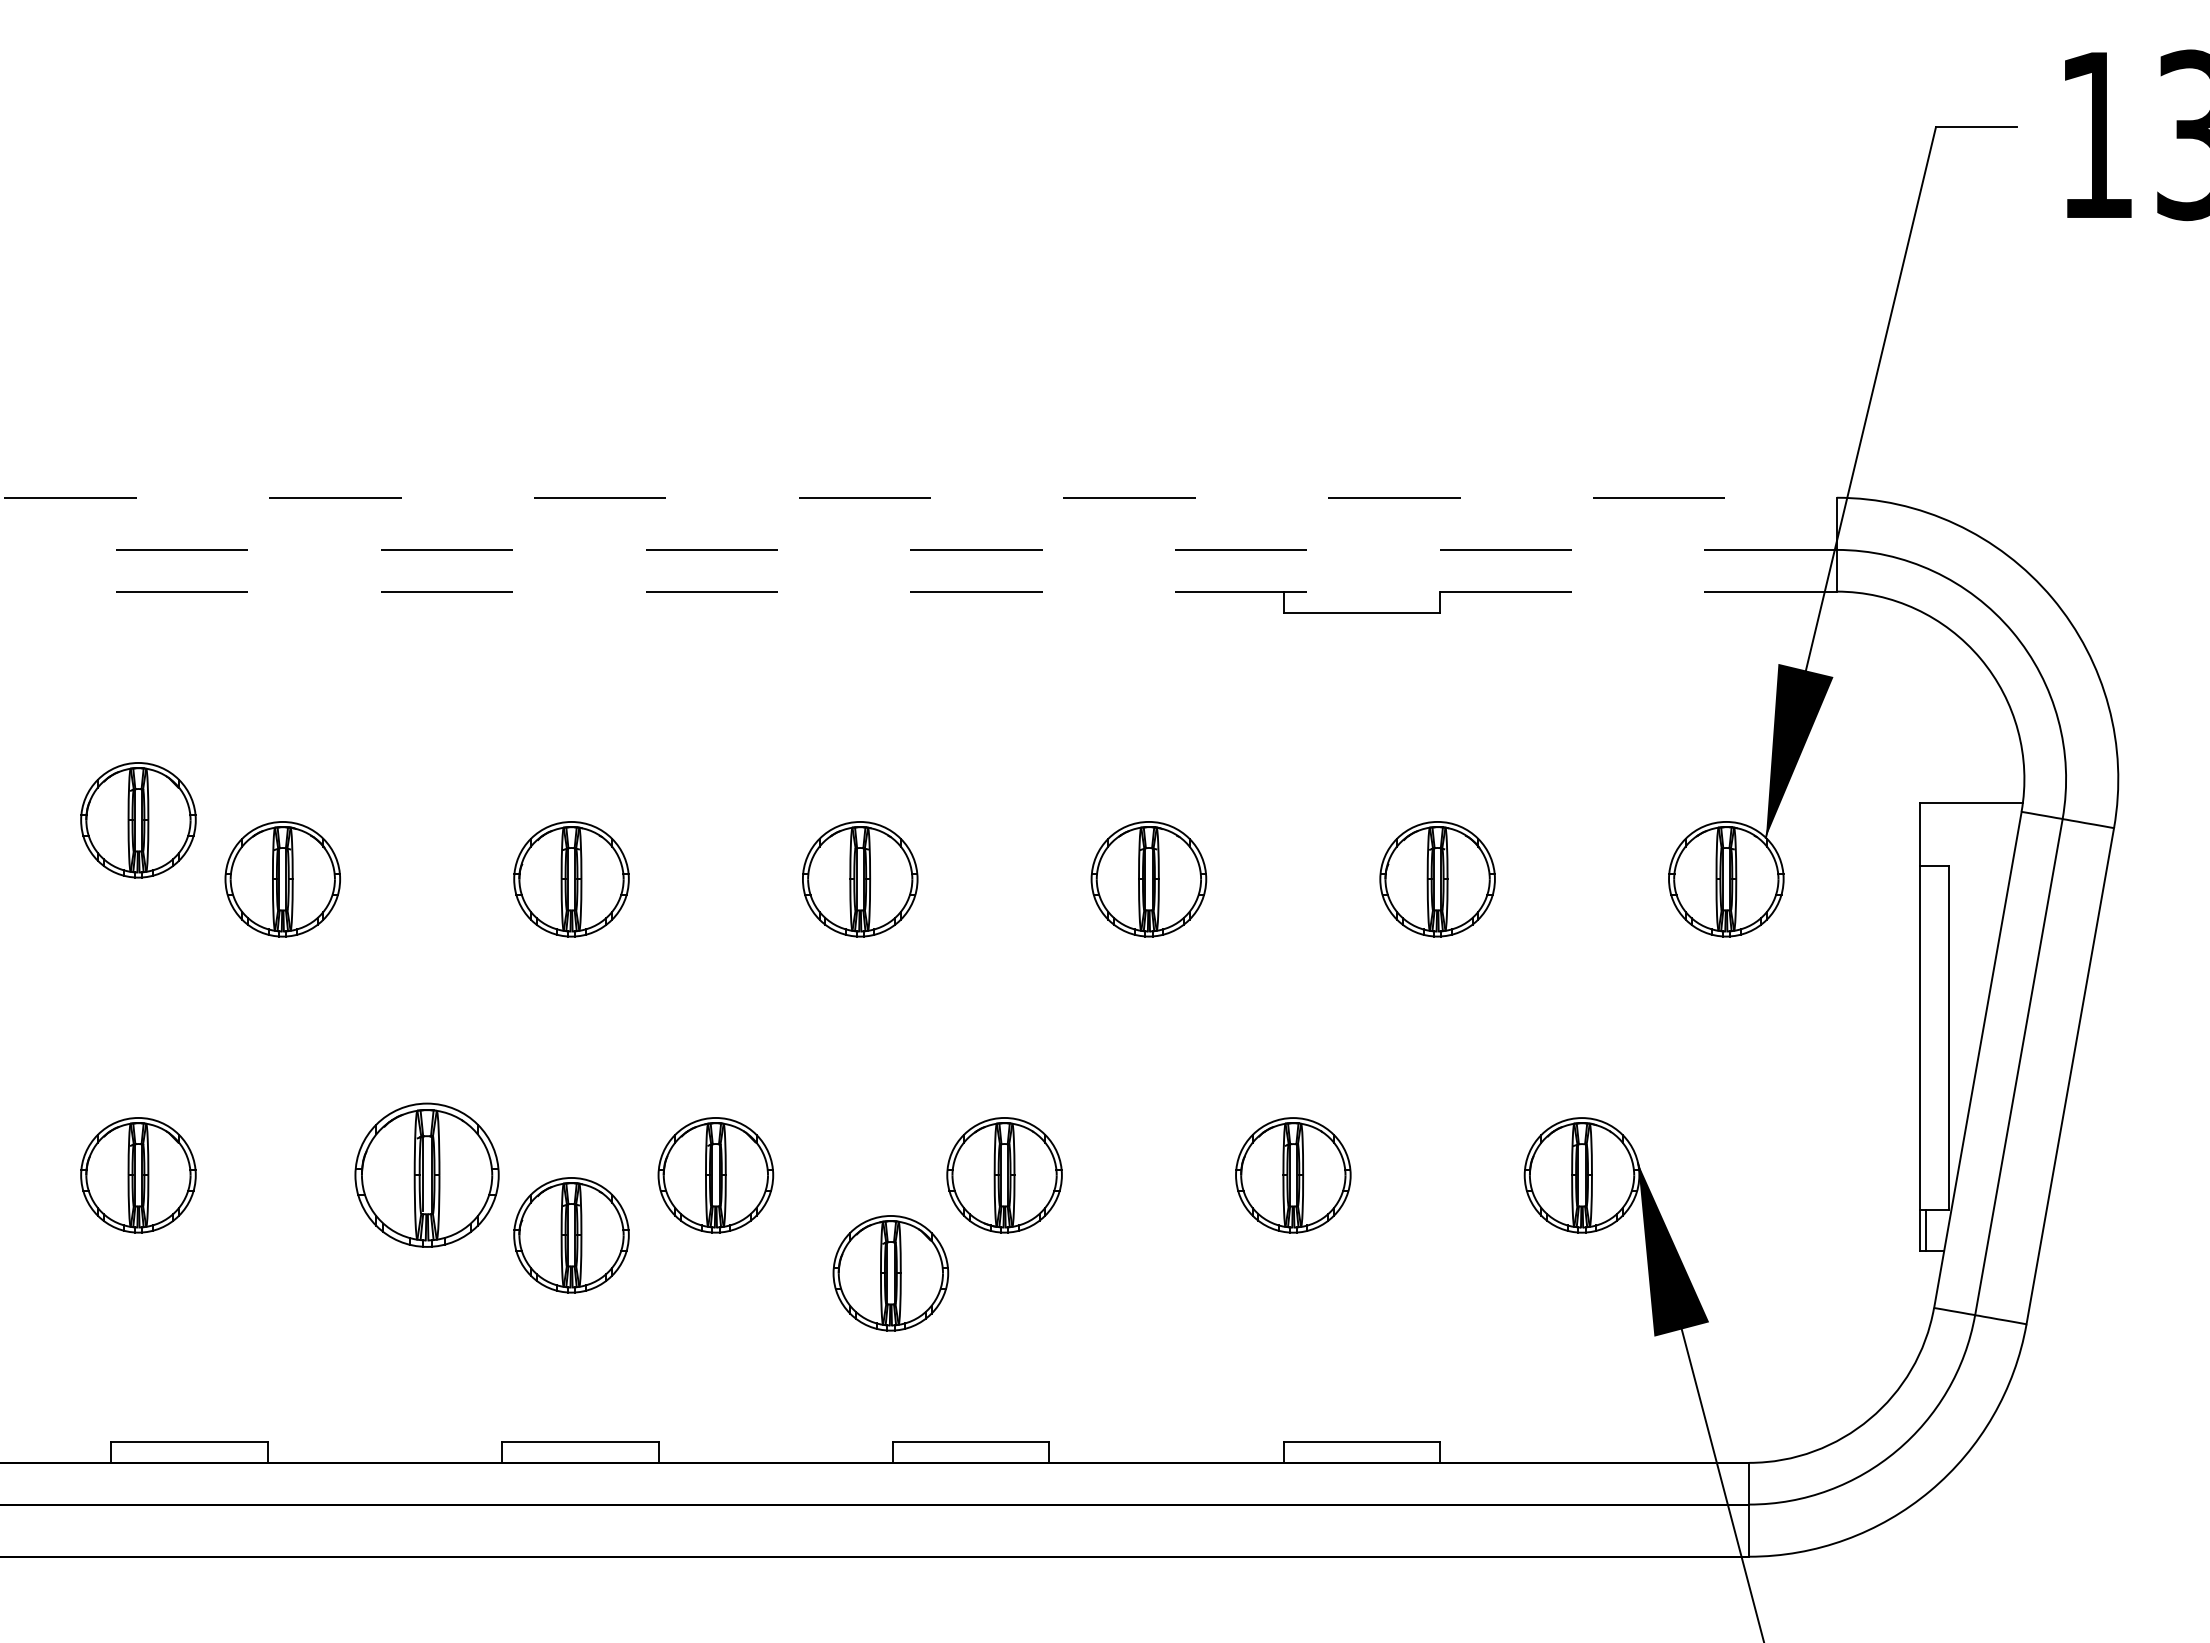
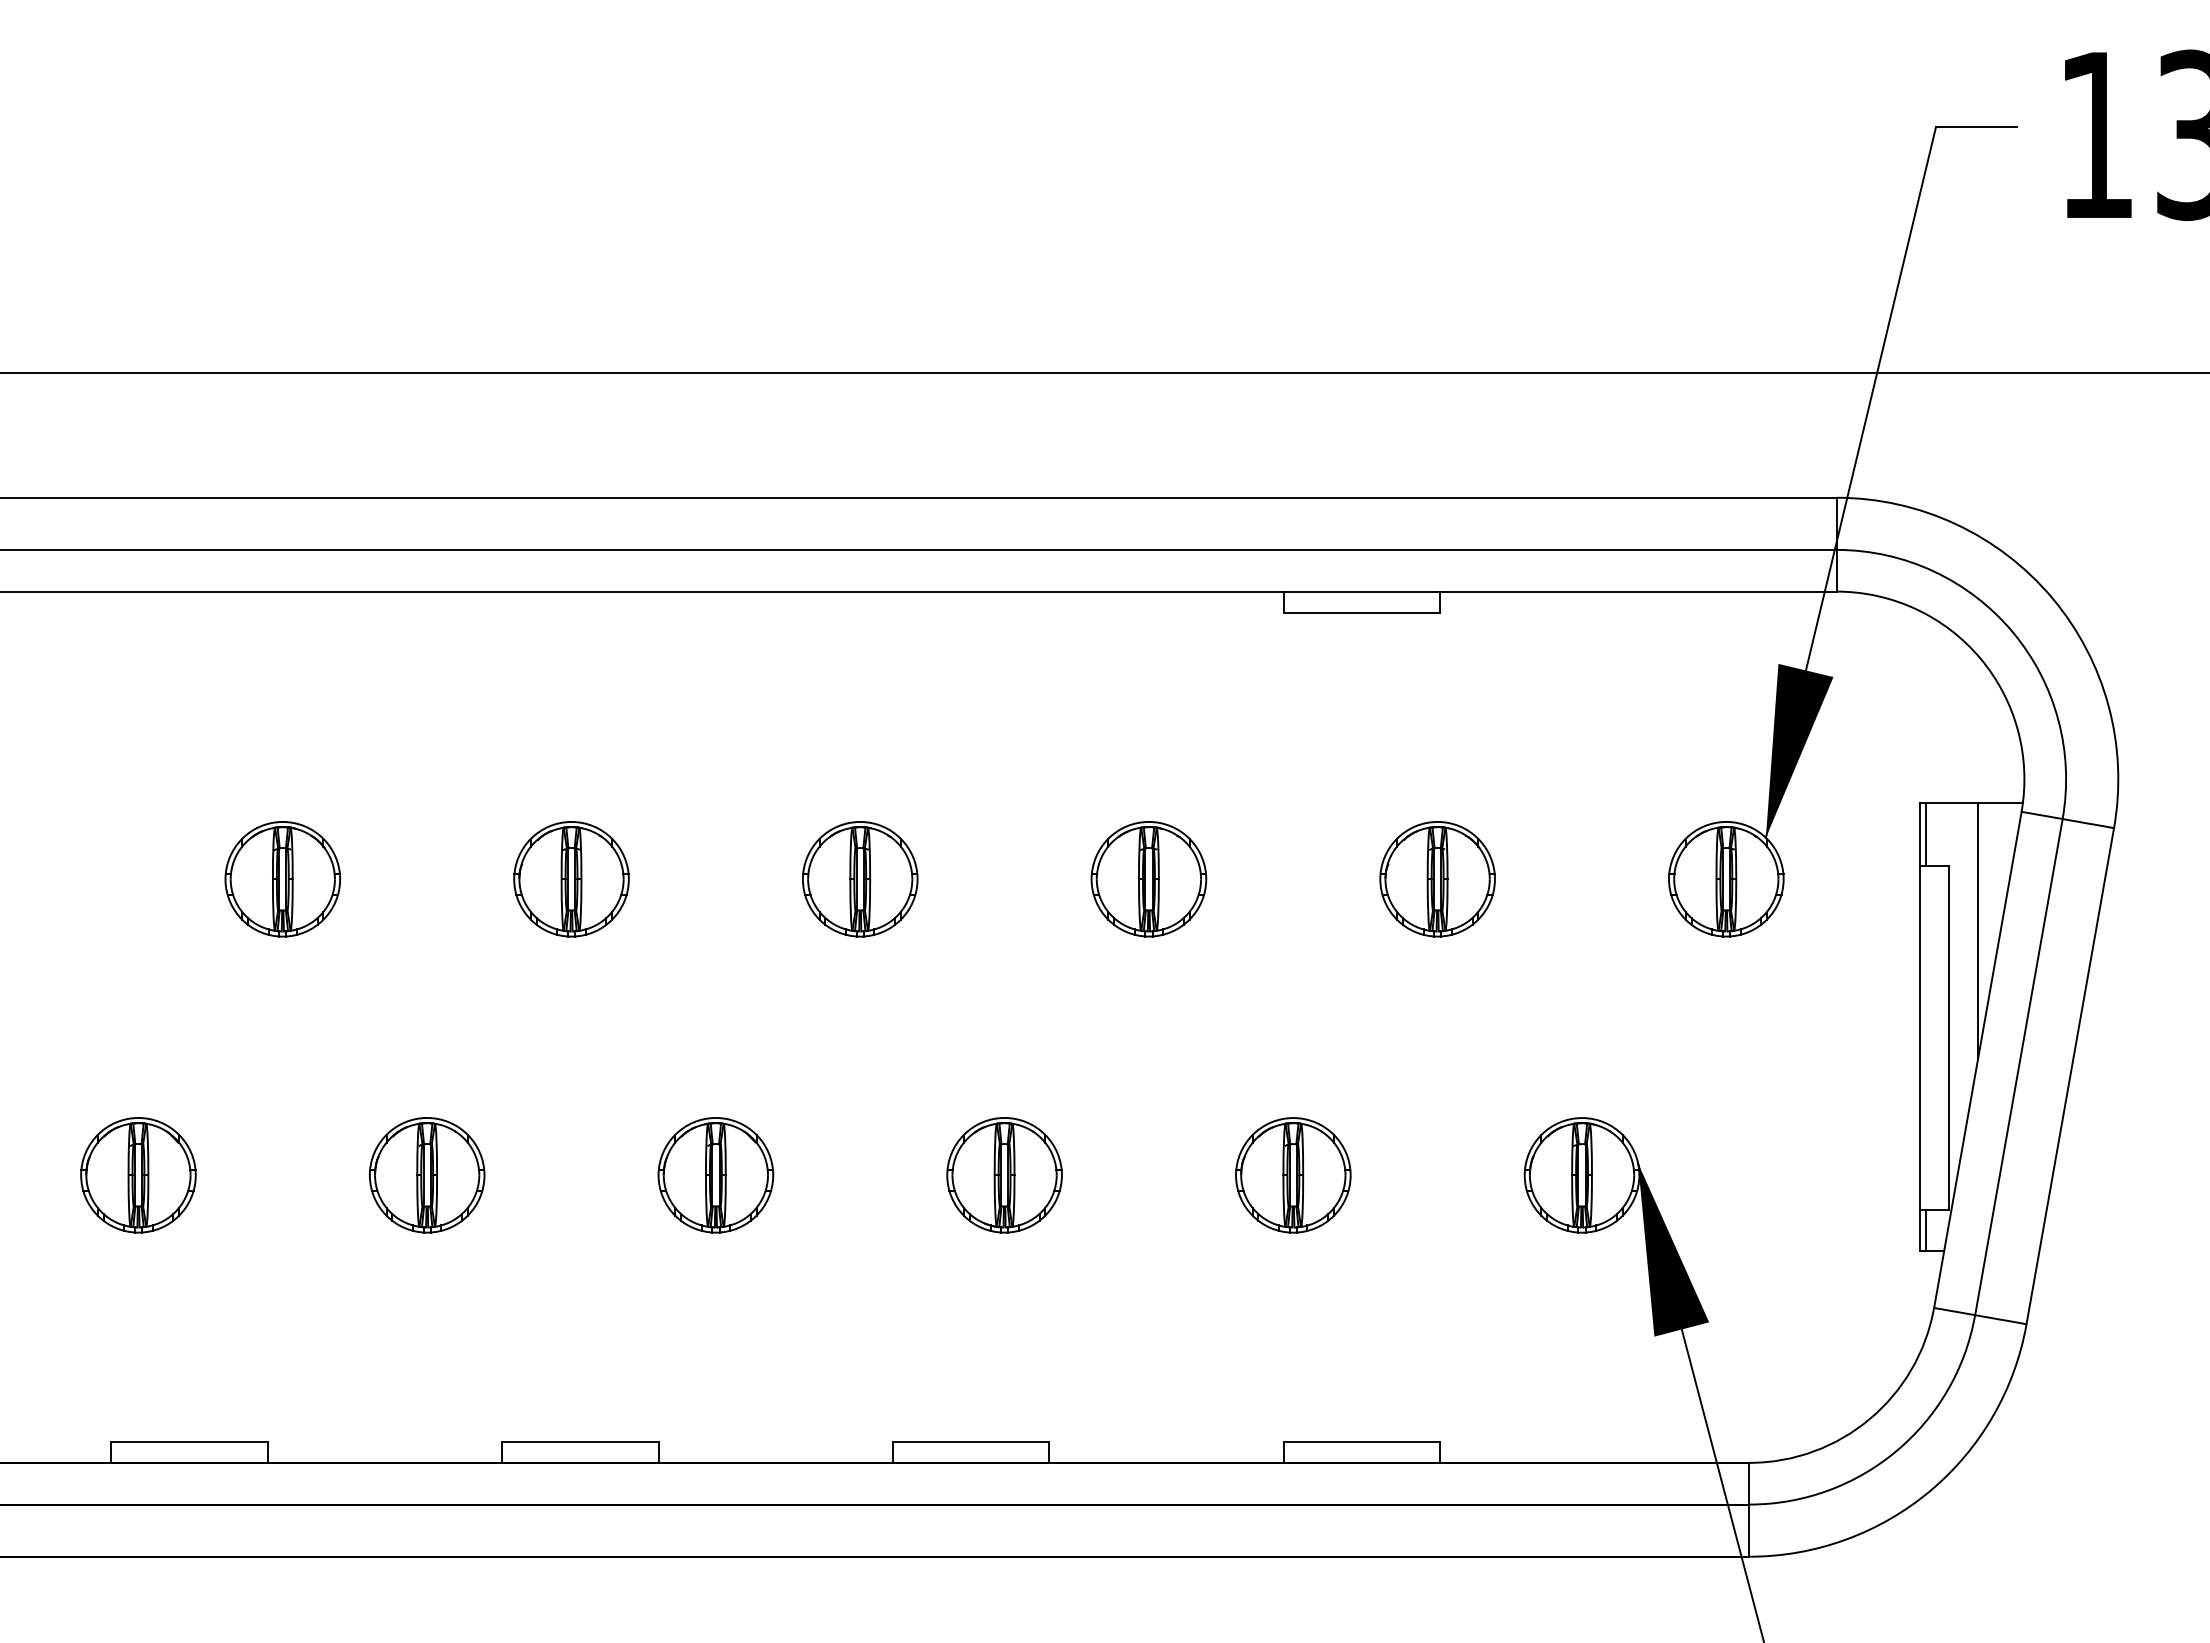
line at (1104, 373): none -> present
line at (918, 497): dashed -> solid
line at (917, 549): dashed -> solid
line at (917, 591): dashed -> solid
part at (138, 820): present -> none
line at (1925, 834): none -> present
line at (1978, 930): none -> present
part at (426, 1174) size: 146x146 px -> 117x117 px
part at (571, 1235): present -> none
part at (890, 1273): present -> none
